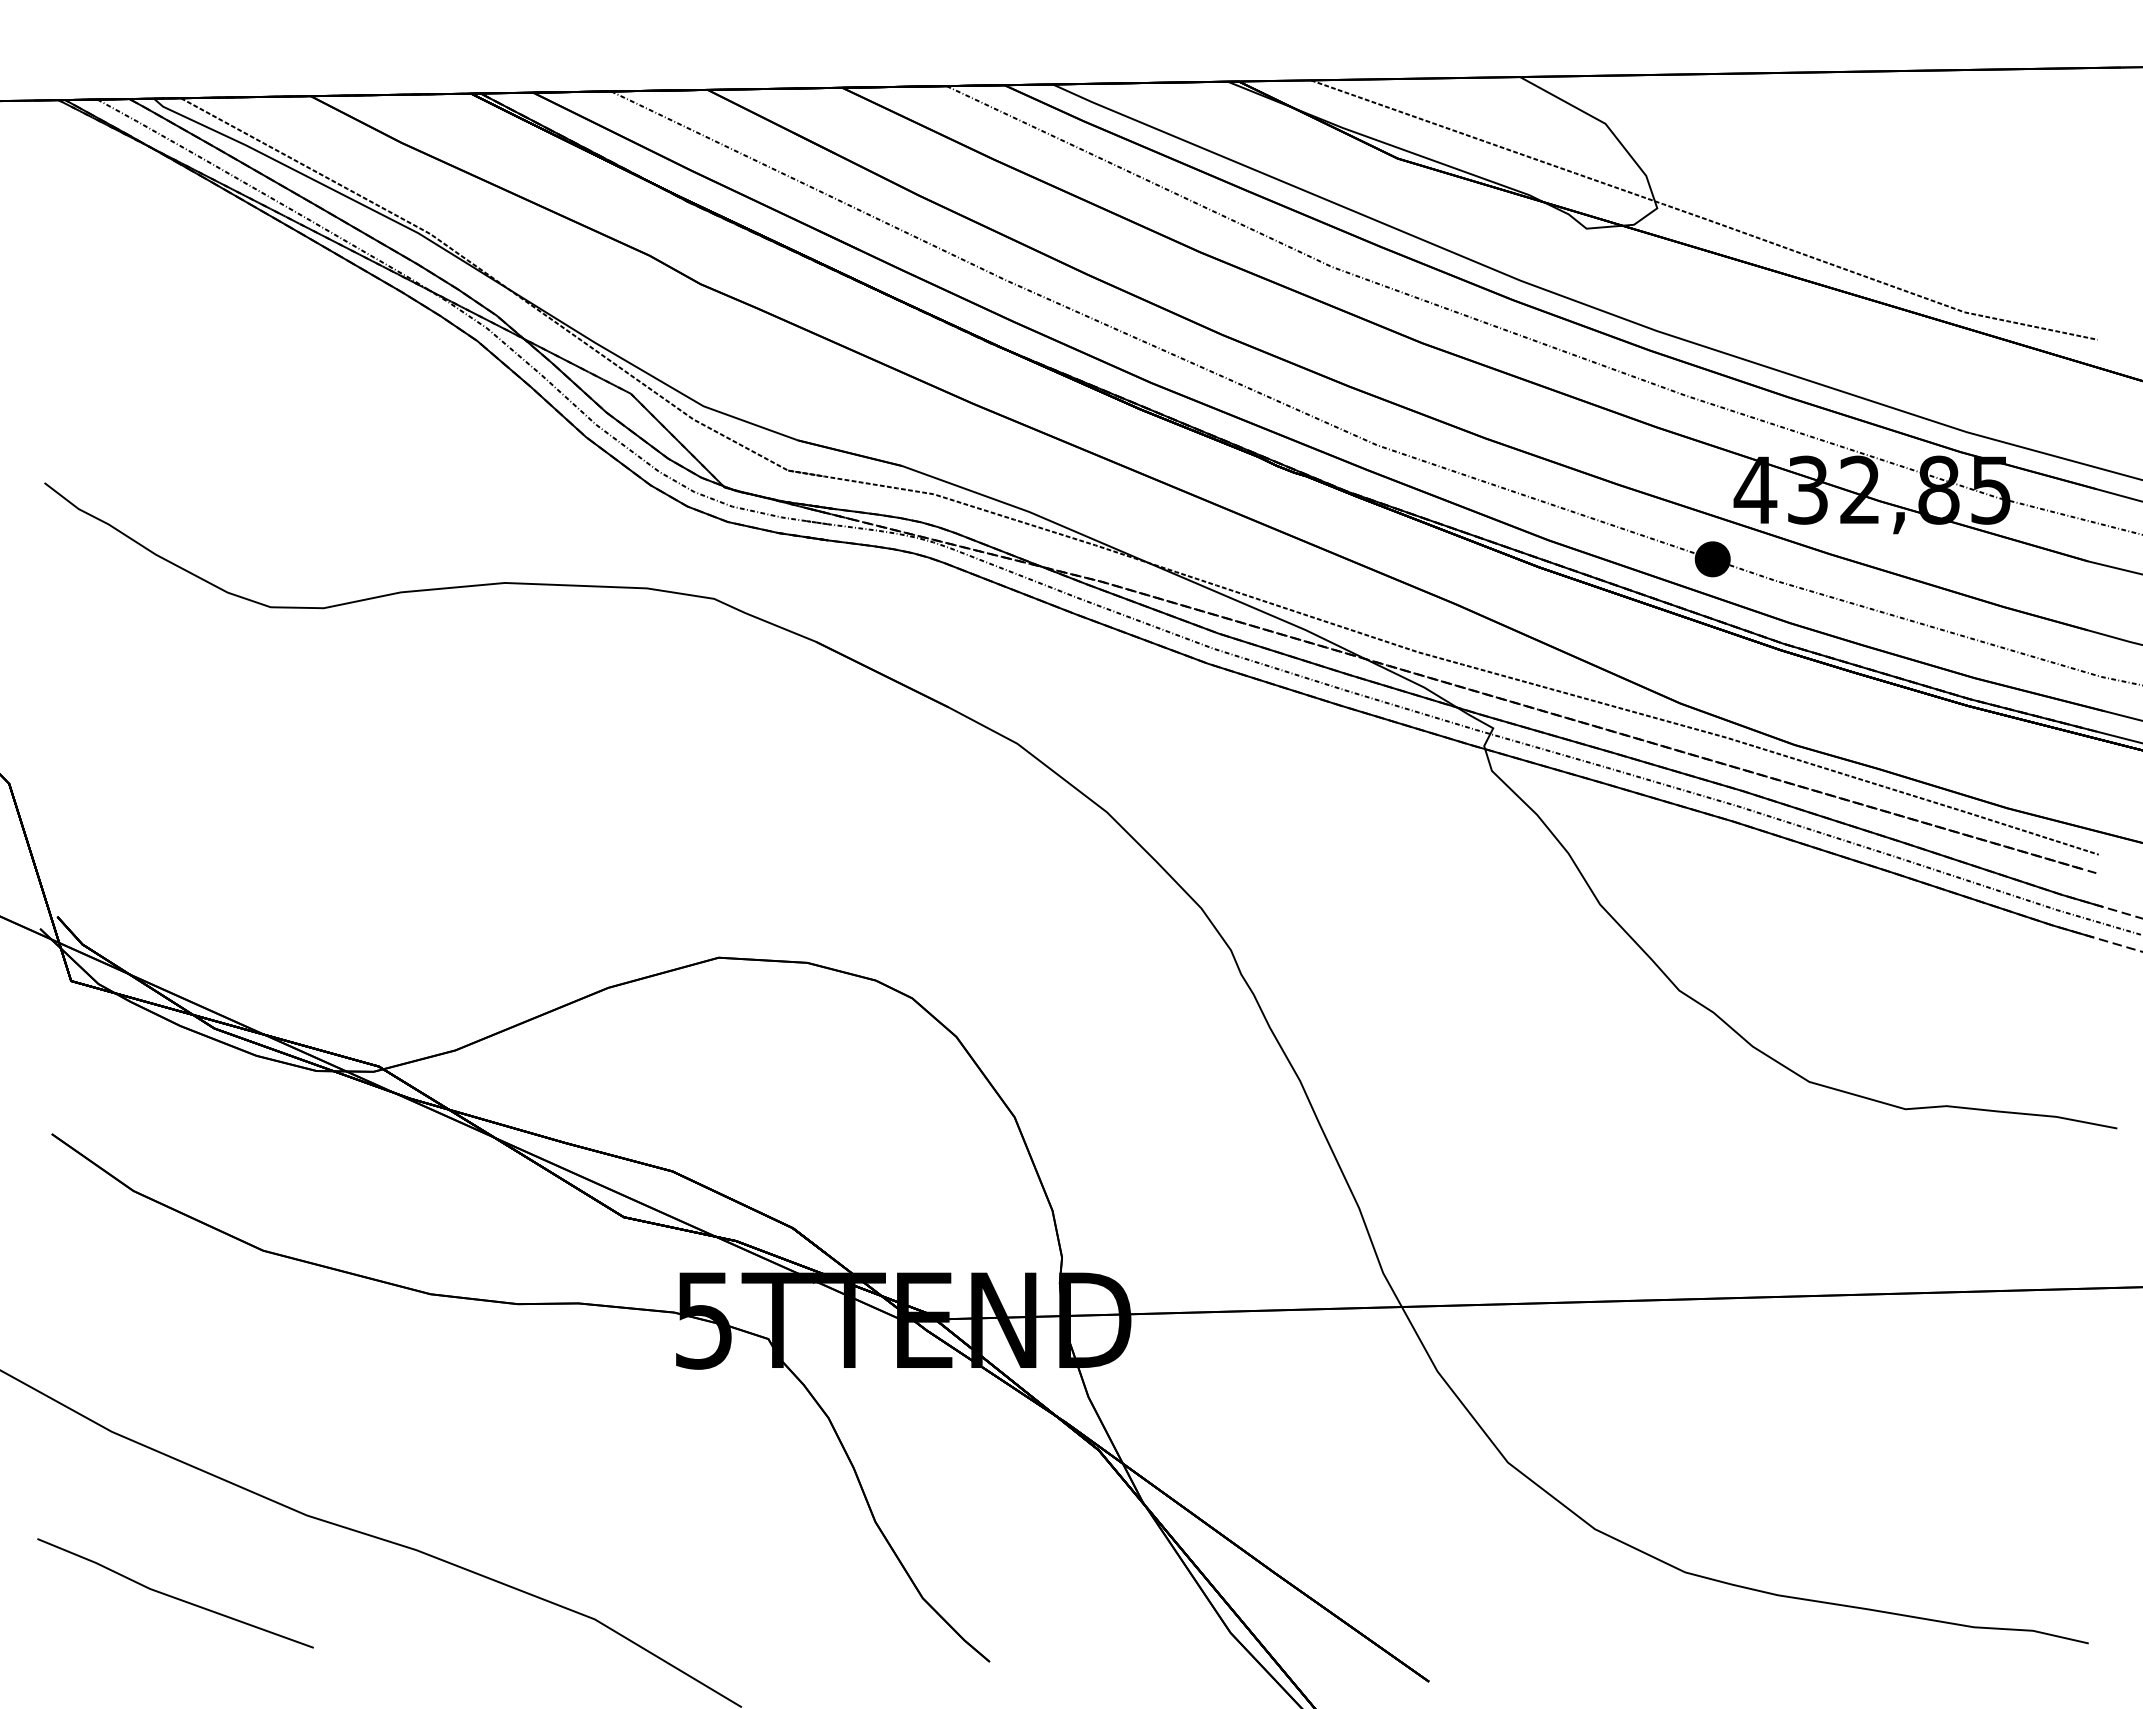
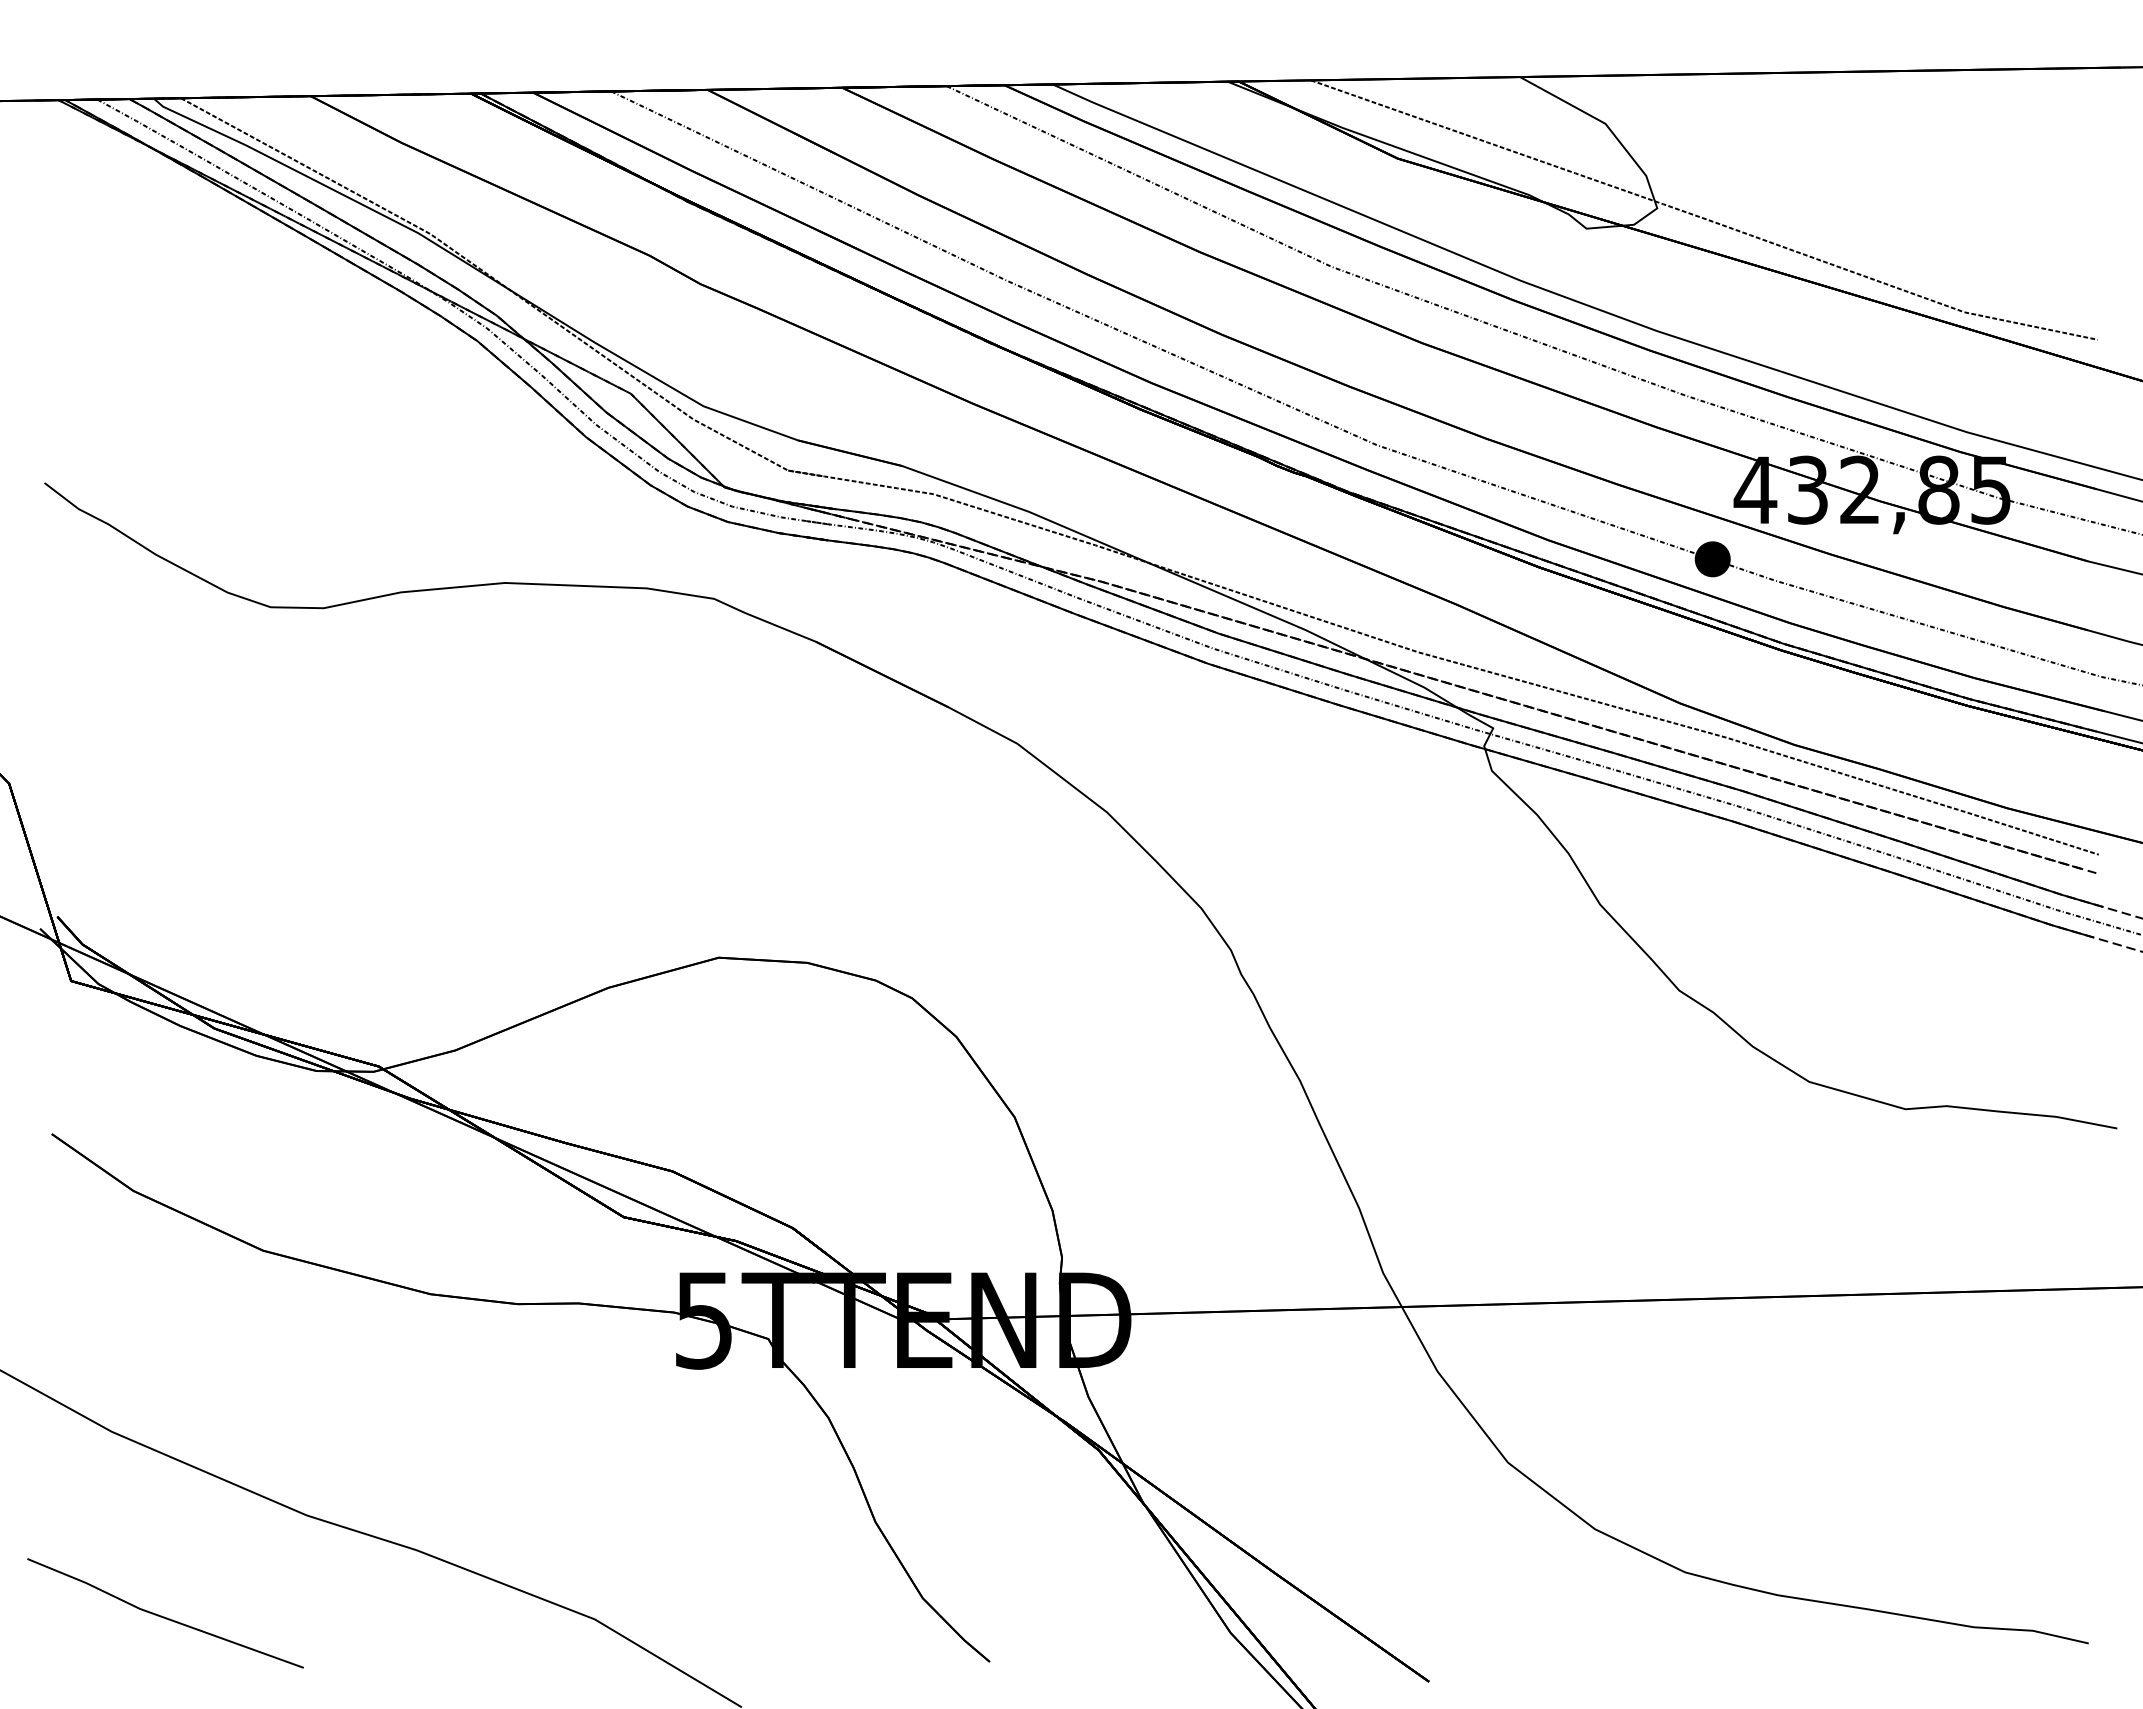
line at (174, 1596) position: (174, 1596) -> (164, 1616)
